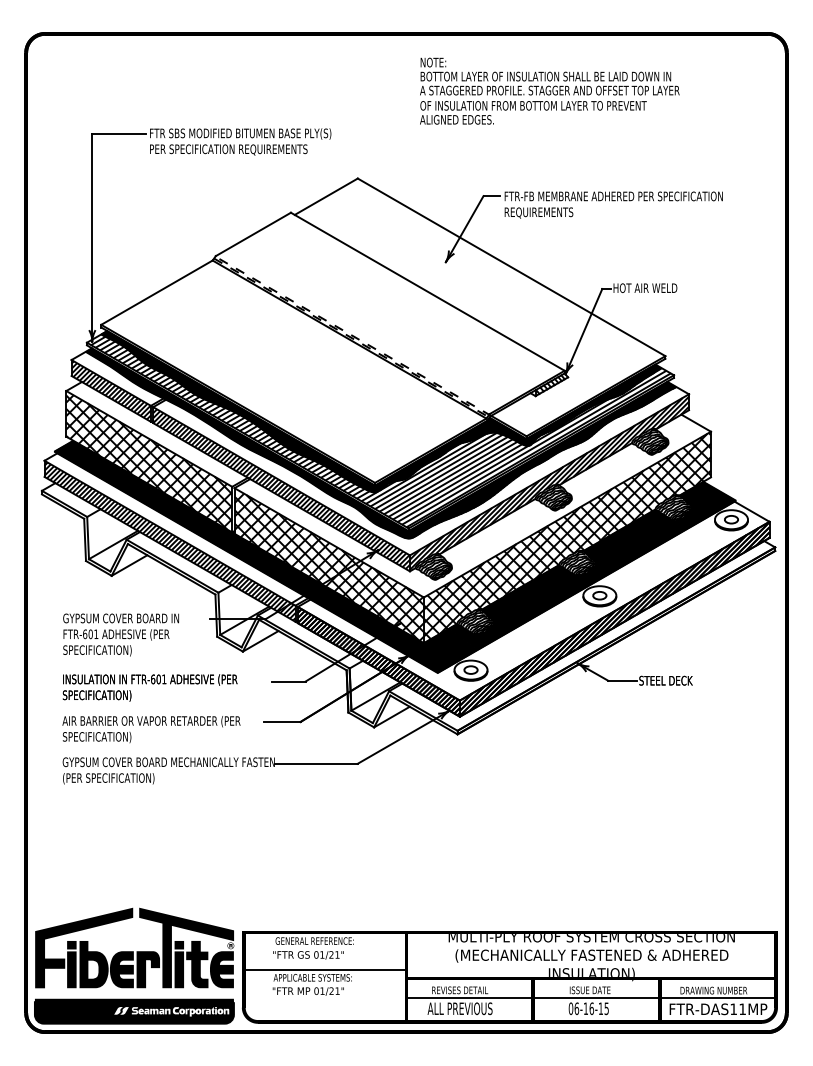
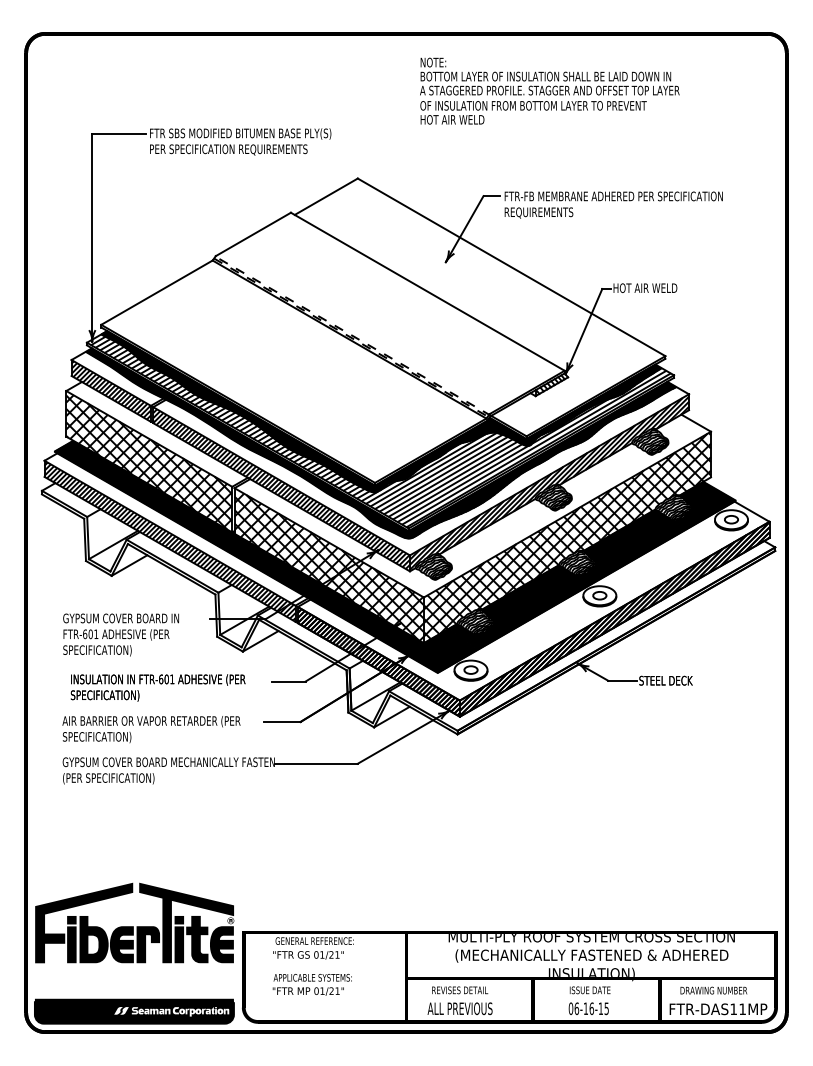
text at (456, 119): ALIGNED EDGES. -> HOT AIR WELD
text at (149, 687) position: (149, 687) -> (157, 687)
part at (134, 947) position: (134, 947) -> (134, 922)
line at (324, 970): present -> none
line at (591, 998): present -> none
